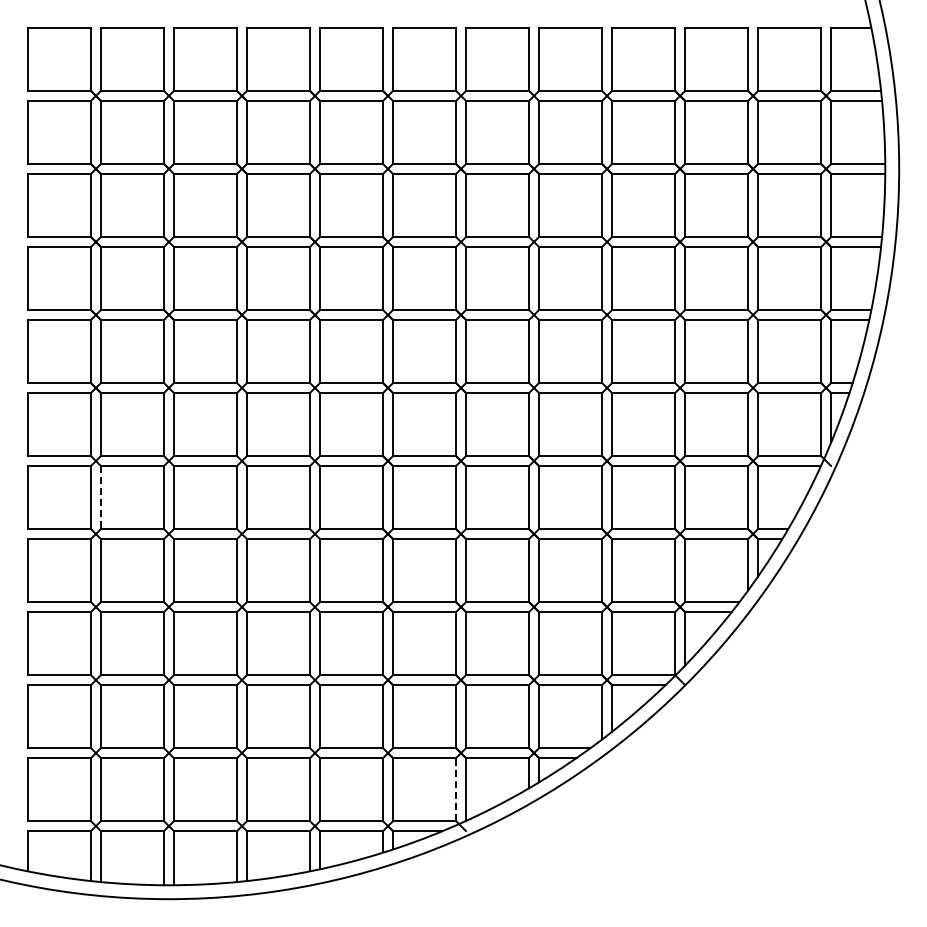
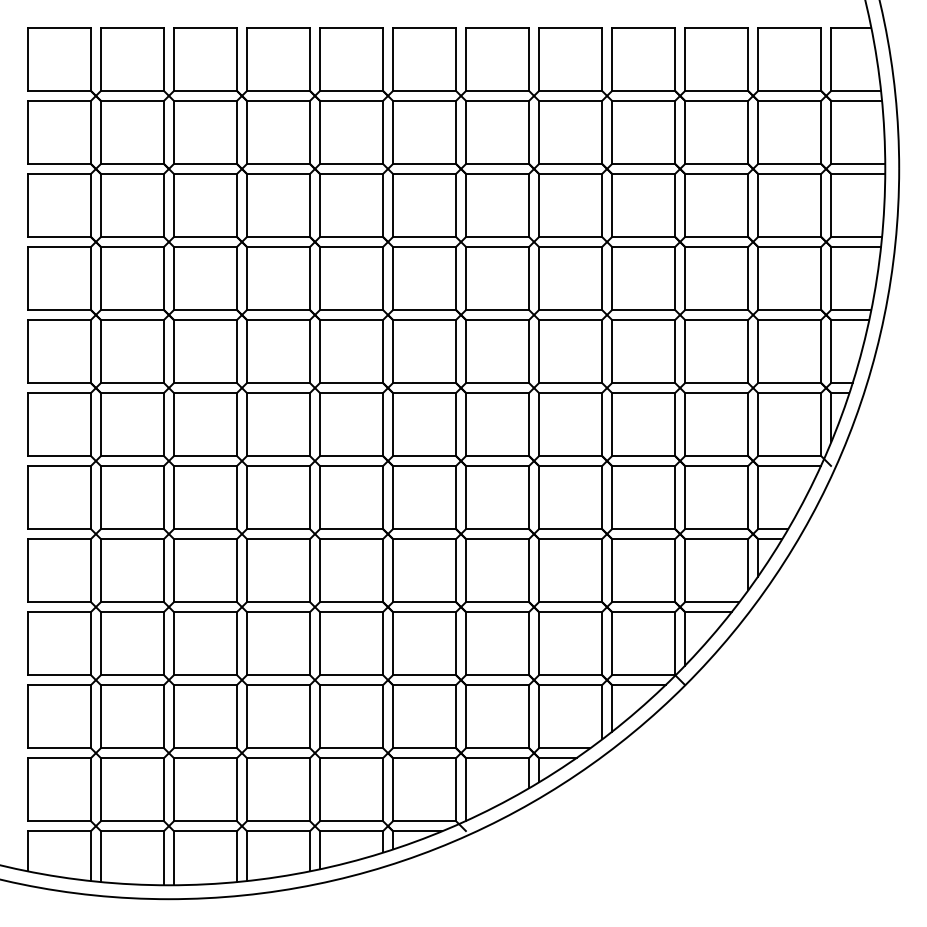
line at (100, 497): dashed -> solid
line at (456, 789): dashed -> solid
